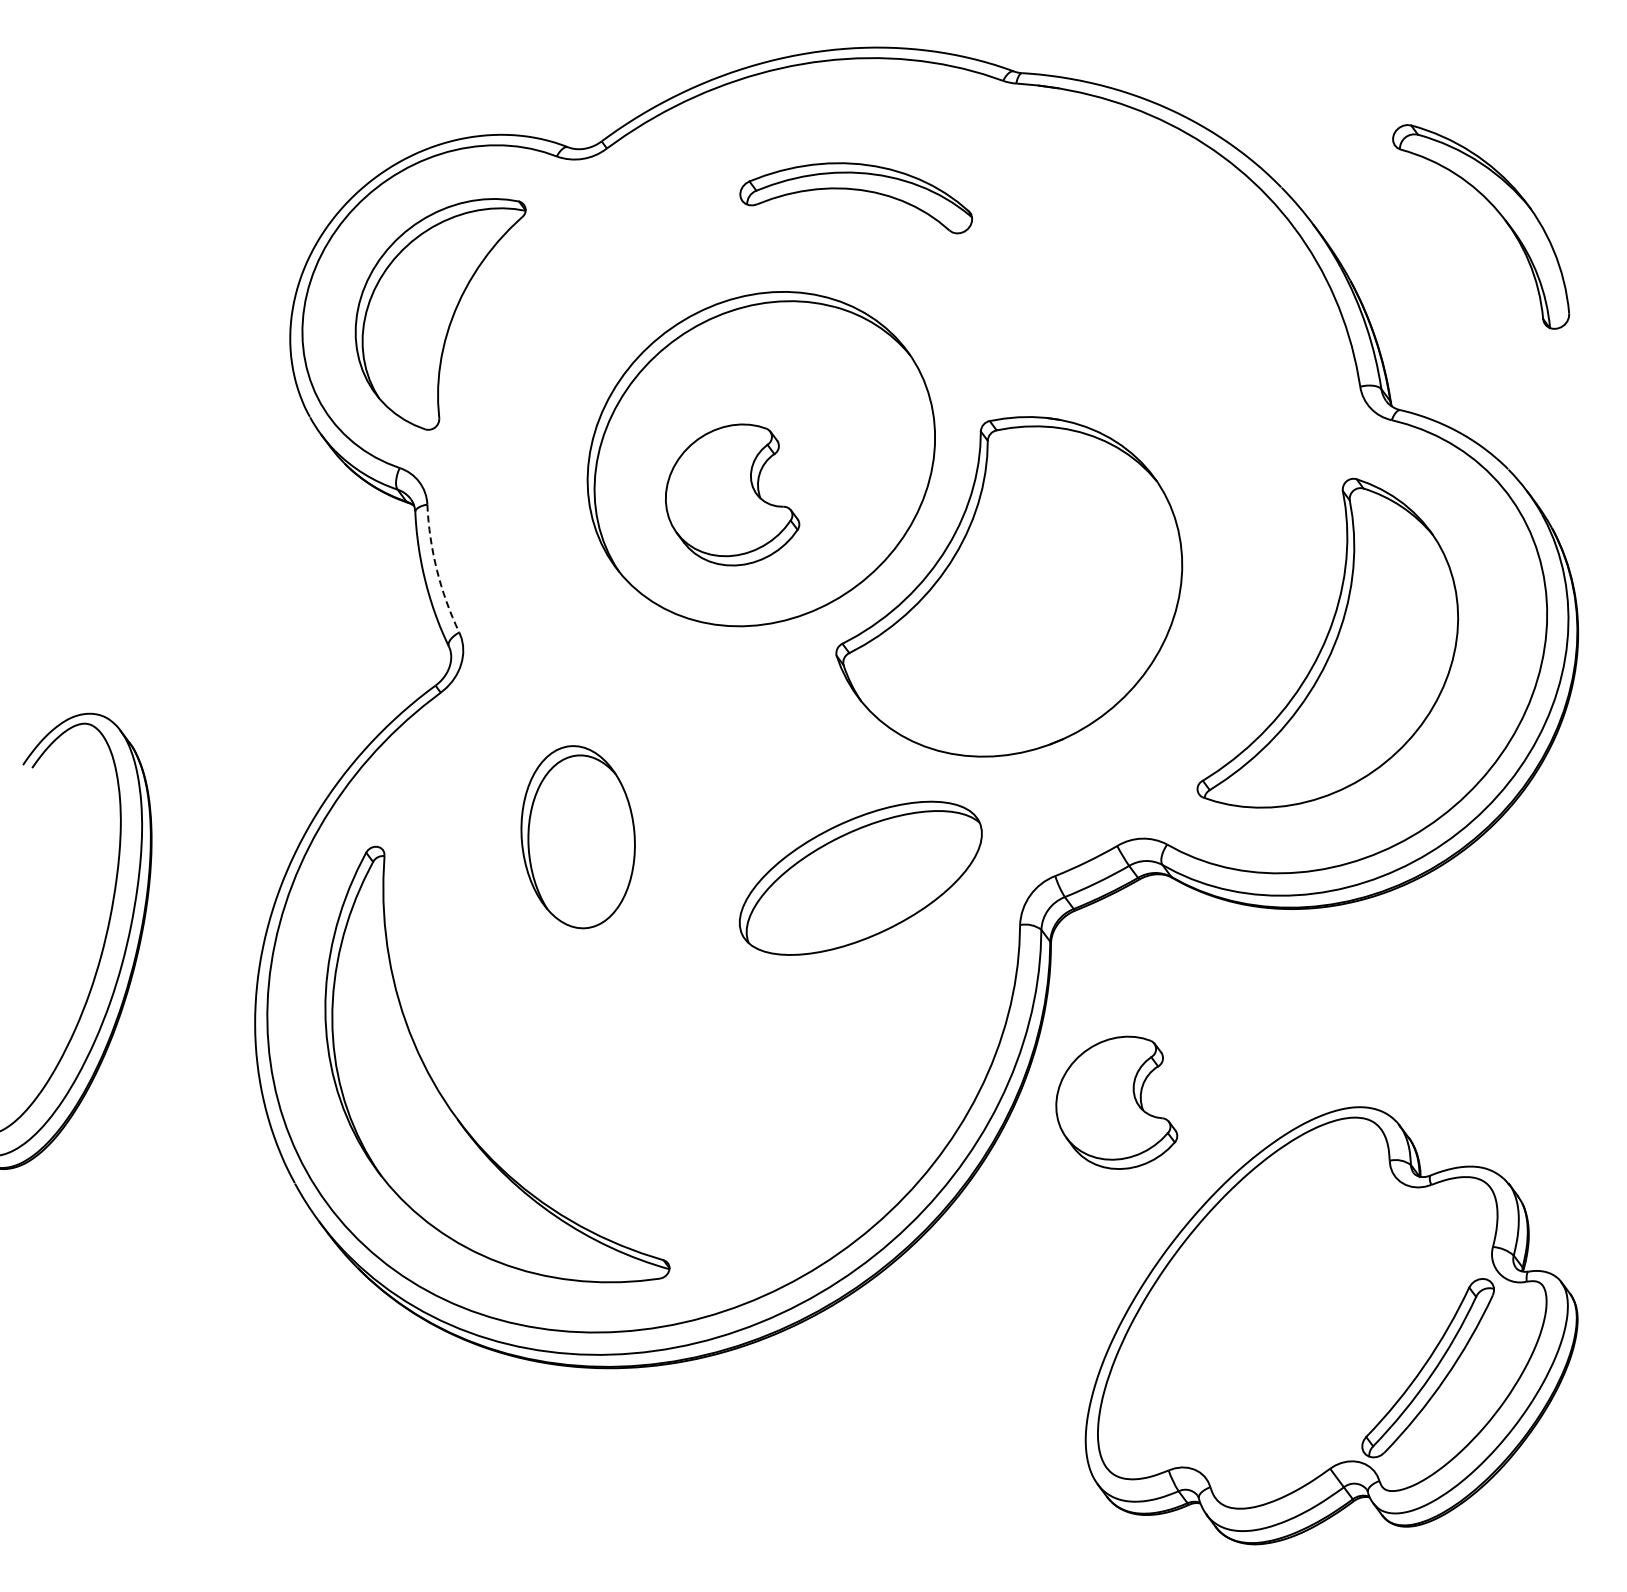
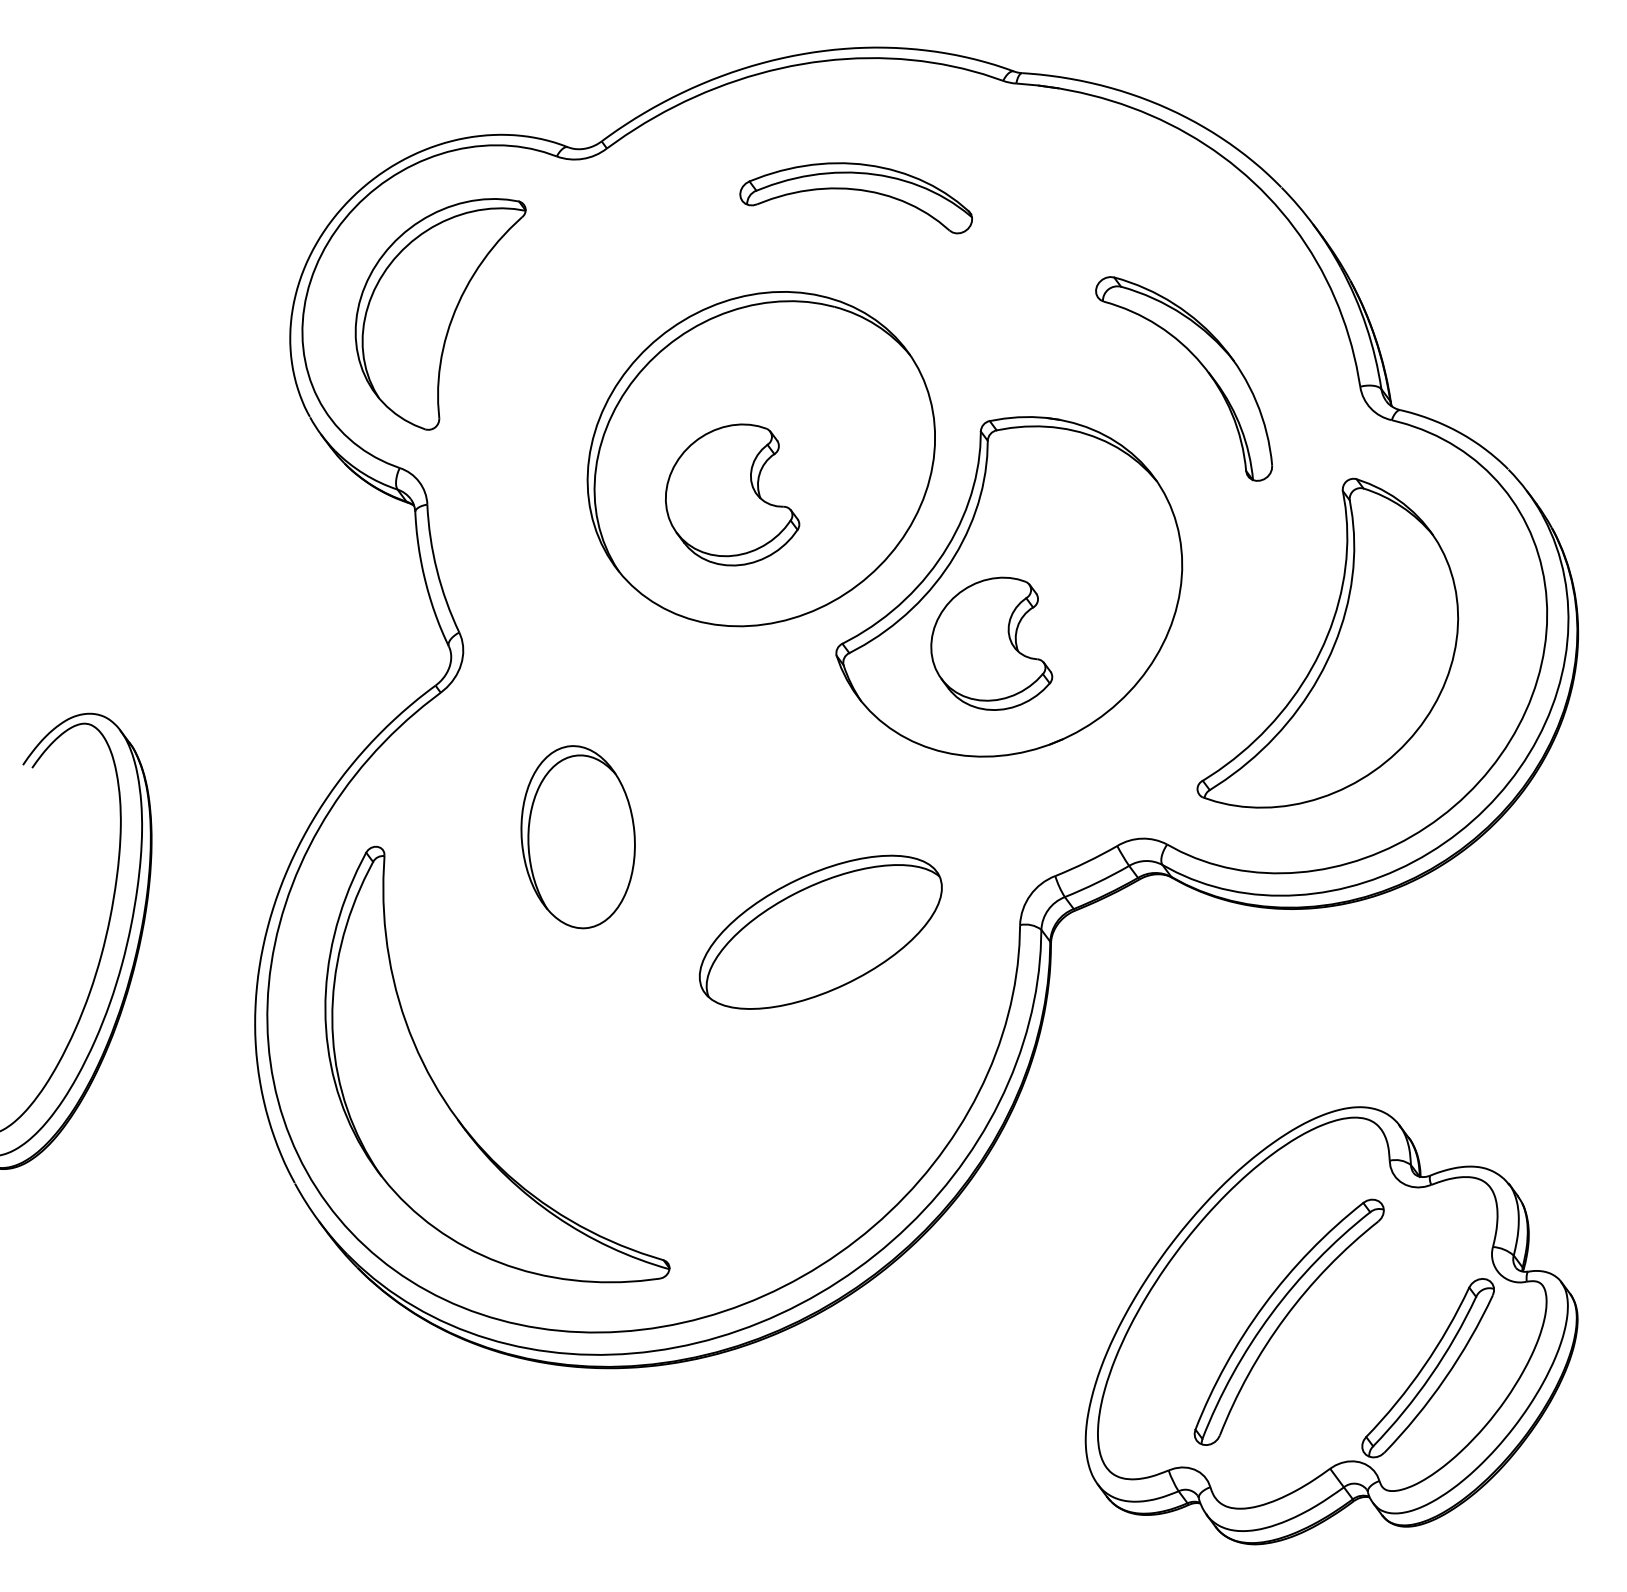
part at (1496, 211) position: (1496, 211) -> (1199, 363)
arc at (436, 570): dashed -> solid
part at (860, 877) position: (860, 877) -> (820, 931)
part at (1116, 1102) position: (1116, 1102) -> (991, 643)
part at (1288, 1321): none -> present
